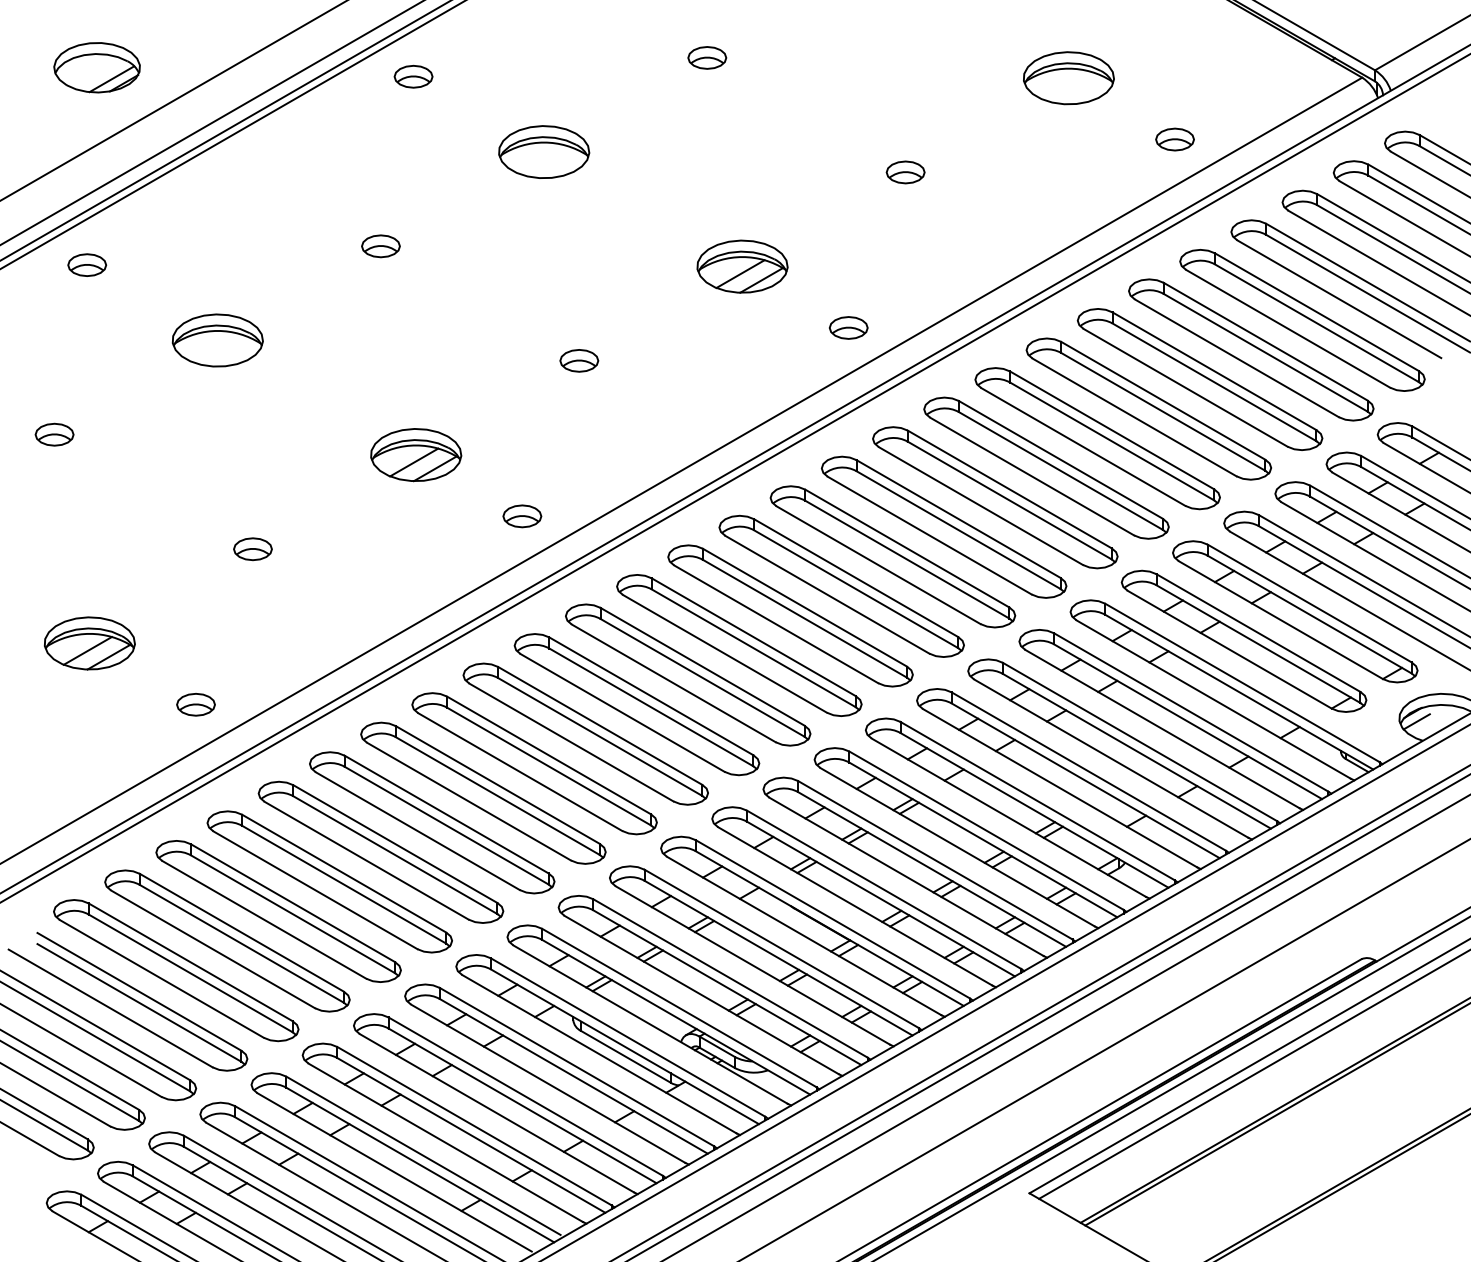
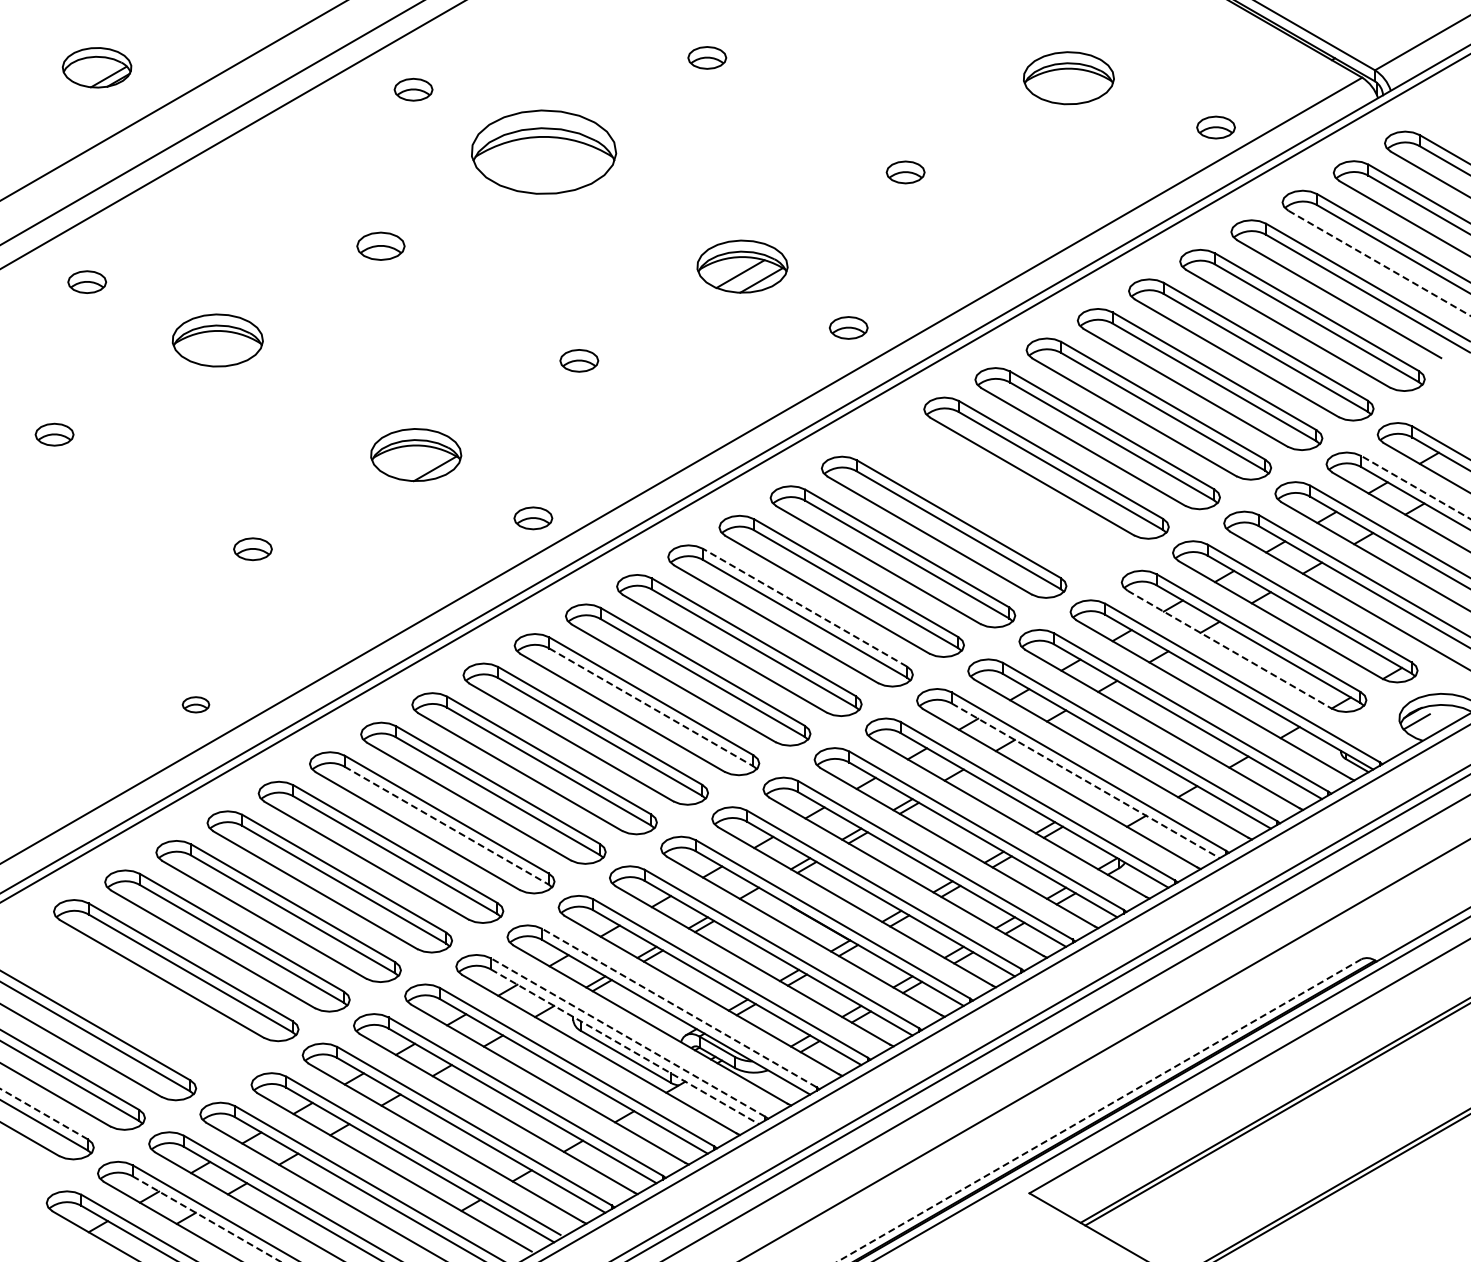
part at (96, 67) size: 88x52 px -> 72x42 px
part at (413, 76) position: (413, 76) -> (413, 89)
line at (225, 130): present -> none
part at (1174, 139) position: (1174, 139) -> (1215, 127)
part at (544, 151) size: 93x54 px -> 147x86 px
part at (380, 246) size: 40x25 px -> 50x30 px
line at (1380, 263): solid -> dashed
part at (87, 264) position: (87, 264) -> (87, 281)
line at (414, 462): present -> none
line at (1415, 487): solid -> dashed
part at (995, 497): present -> none
part at (522, 516) position: (522, 516) -> (533, 518)
line at (804, 607): solid -> dashed
part at (89, 643): present -> none
line at (1229, 649): solid -> dashed
part at (195, 704) size: 40x24 px -> 30x18 px
line at (651, 707): solid -> dashed
line at (1085, 780): solid -> dashed
line at (446, 825): solid -> dashed
part at (127, 1001): present -> none
line at (678, 1007): solid -> dashed
line at (627, 1037): solid -> dashed
line at (624, 1046): solid -> dashed
line at (1253, 1074): present -> none
line at (1099, 1110): solid -> dashed
line at (43, 1113): solid -> dashed
line at (207, 1219): solid -> dashed
